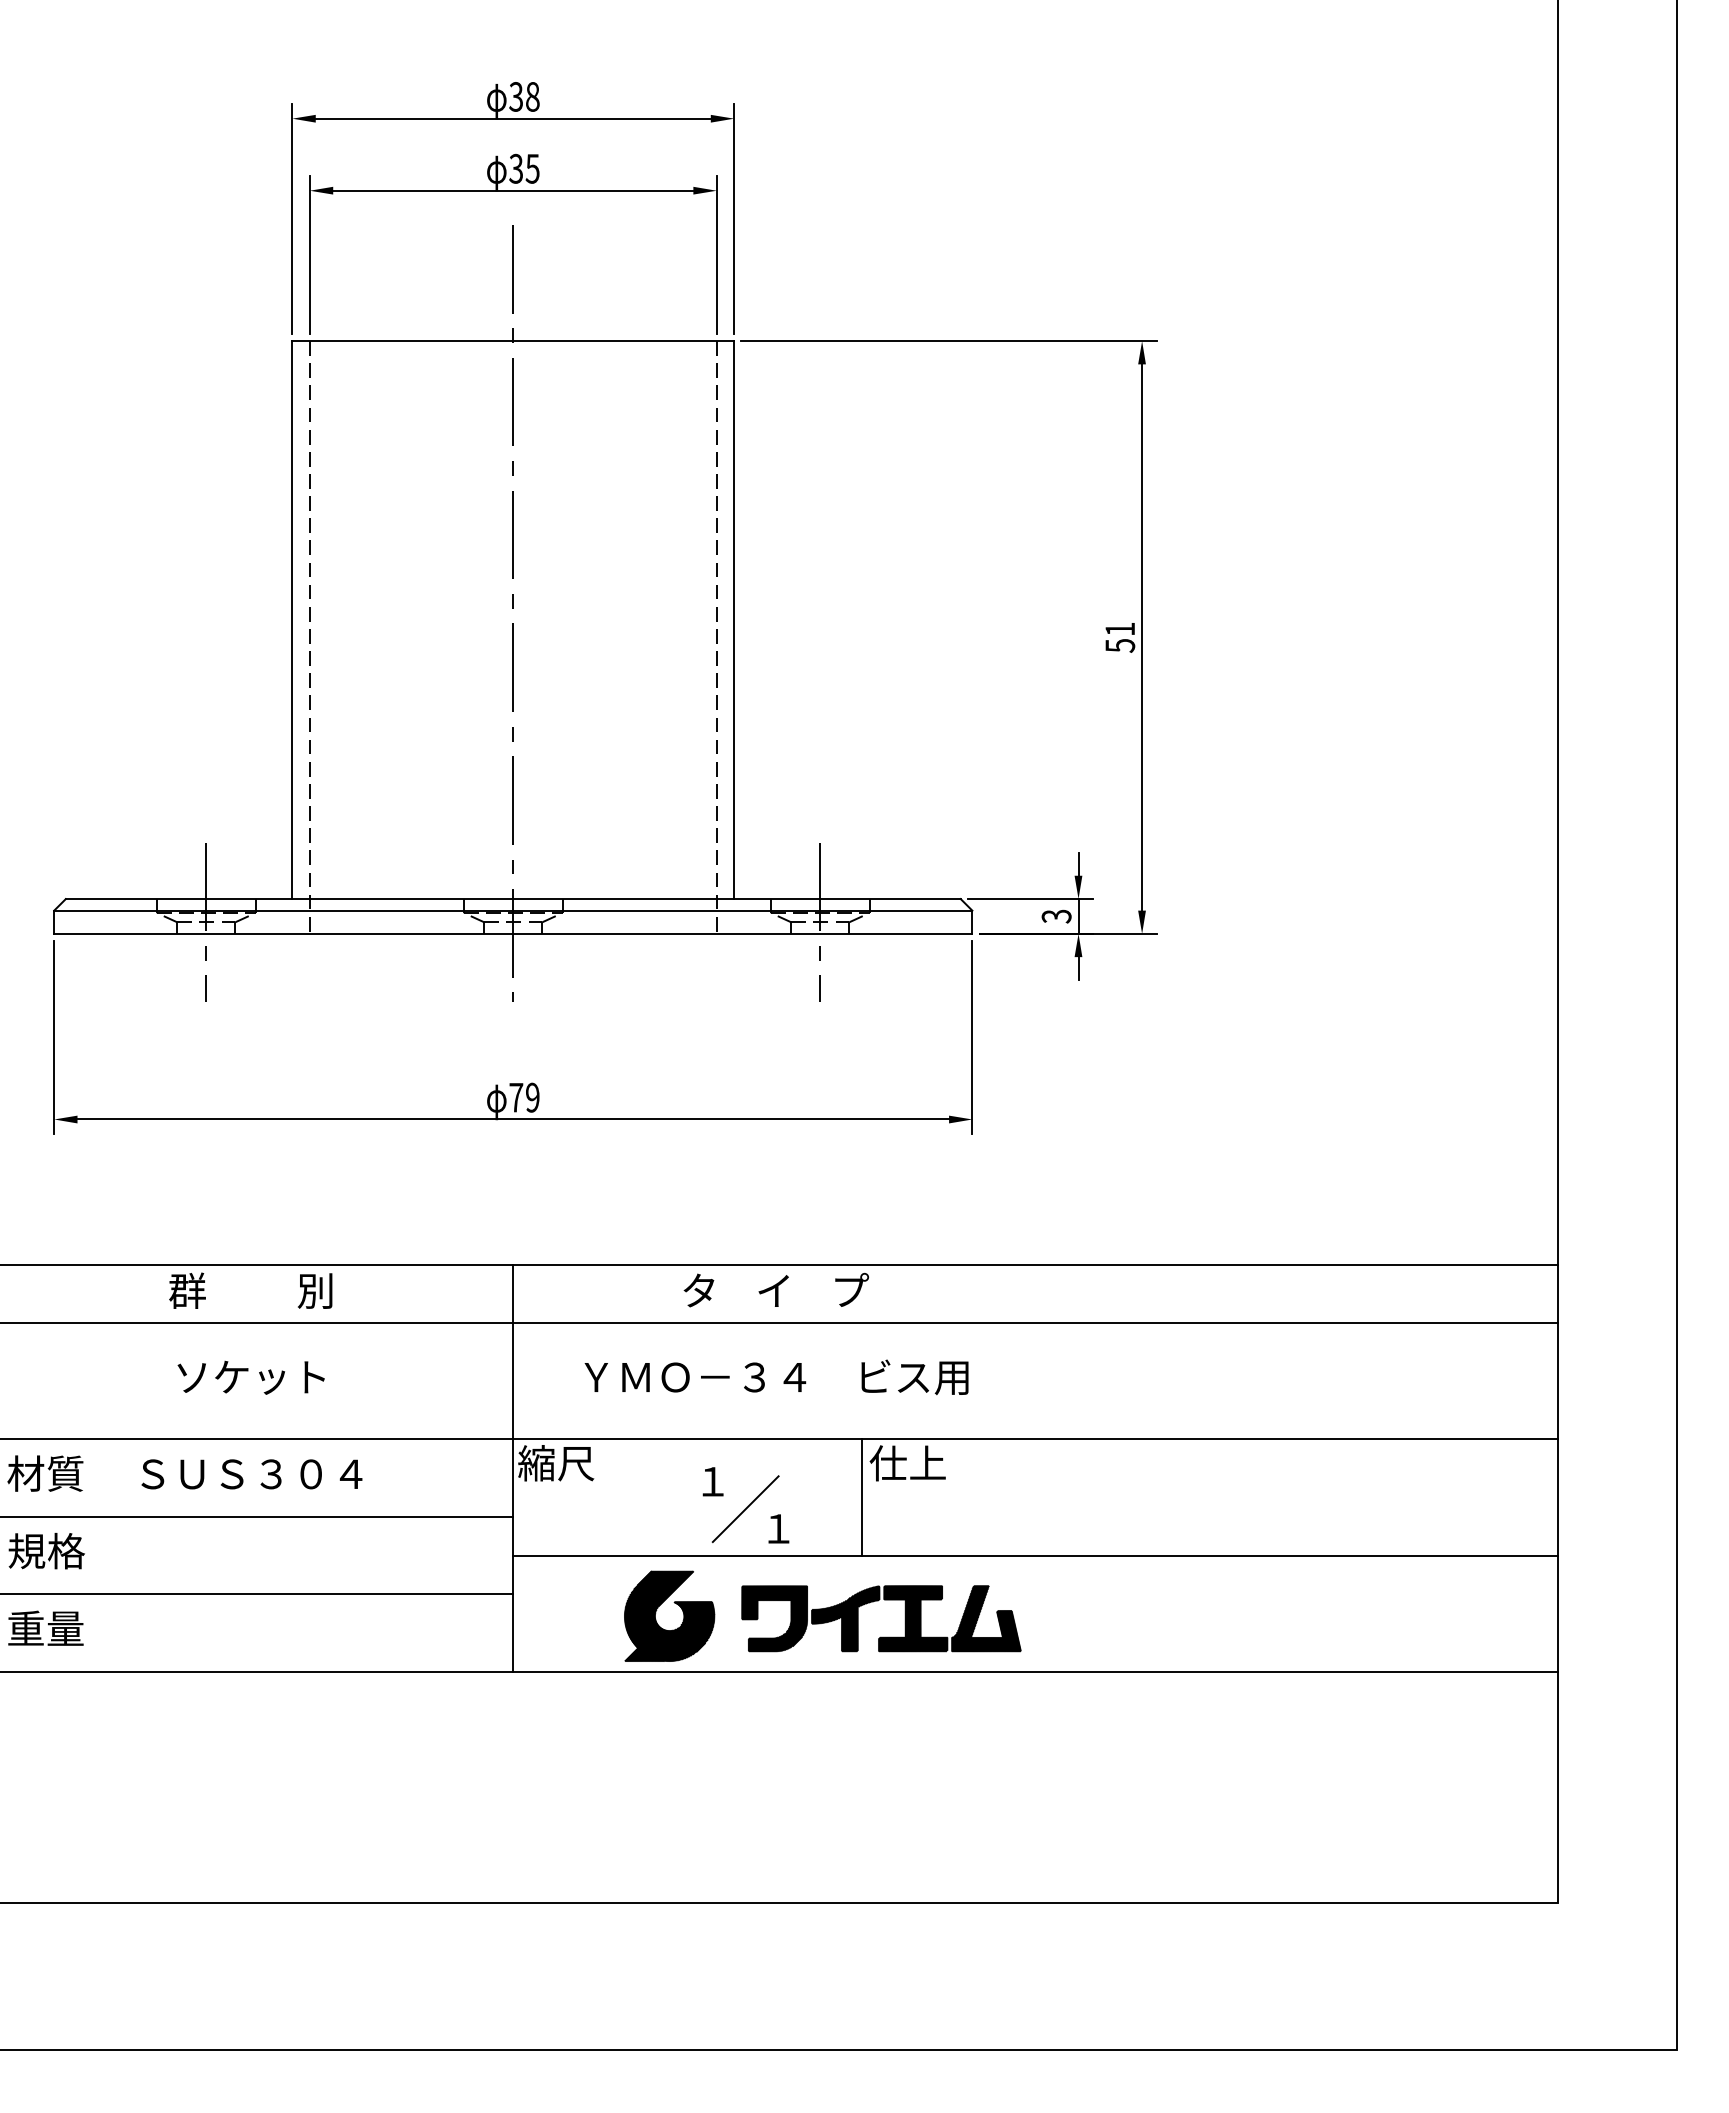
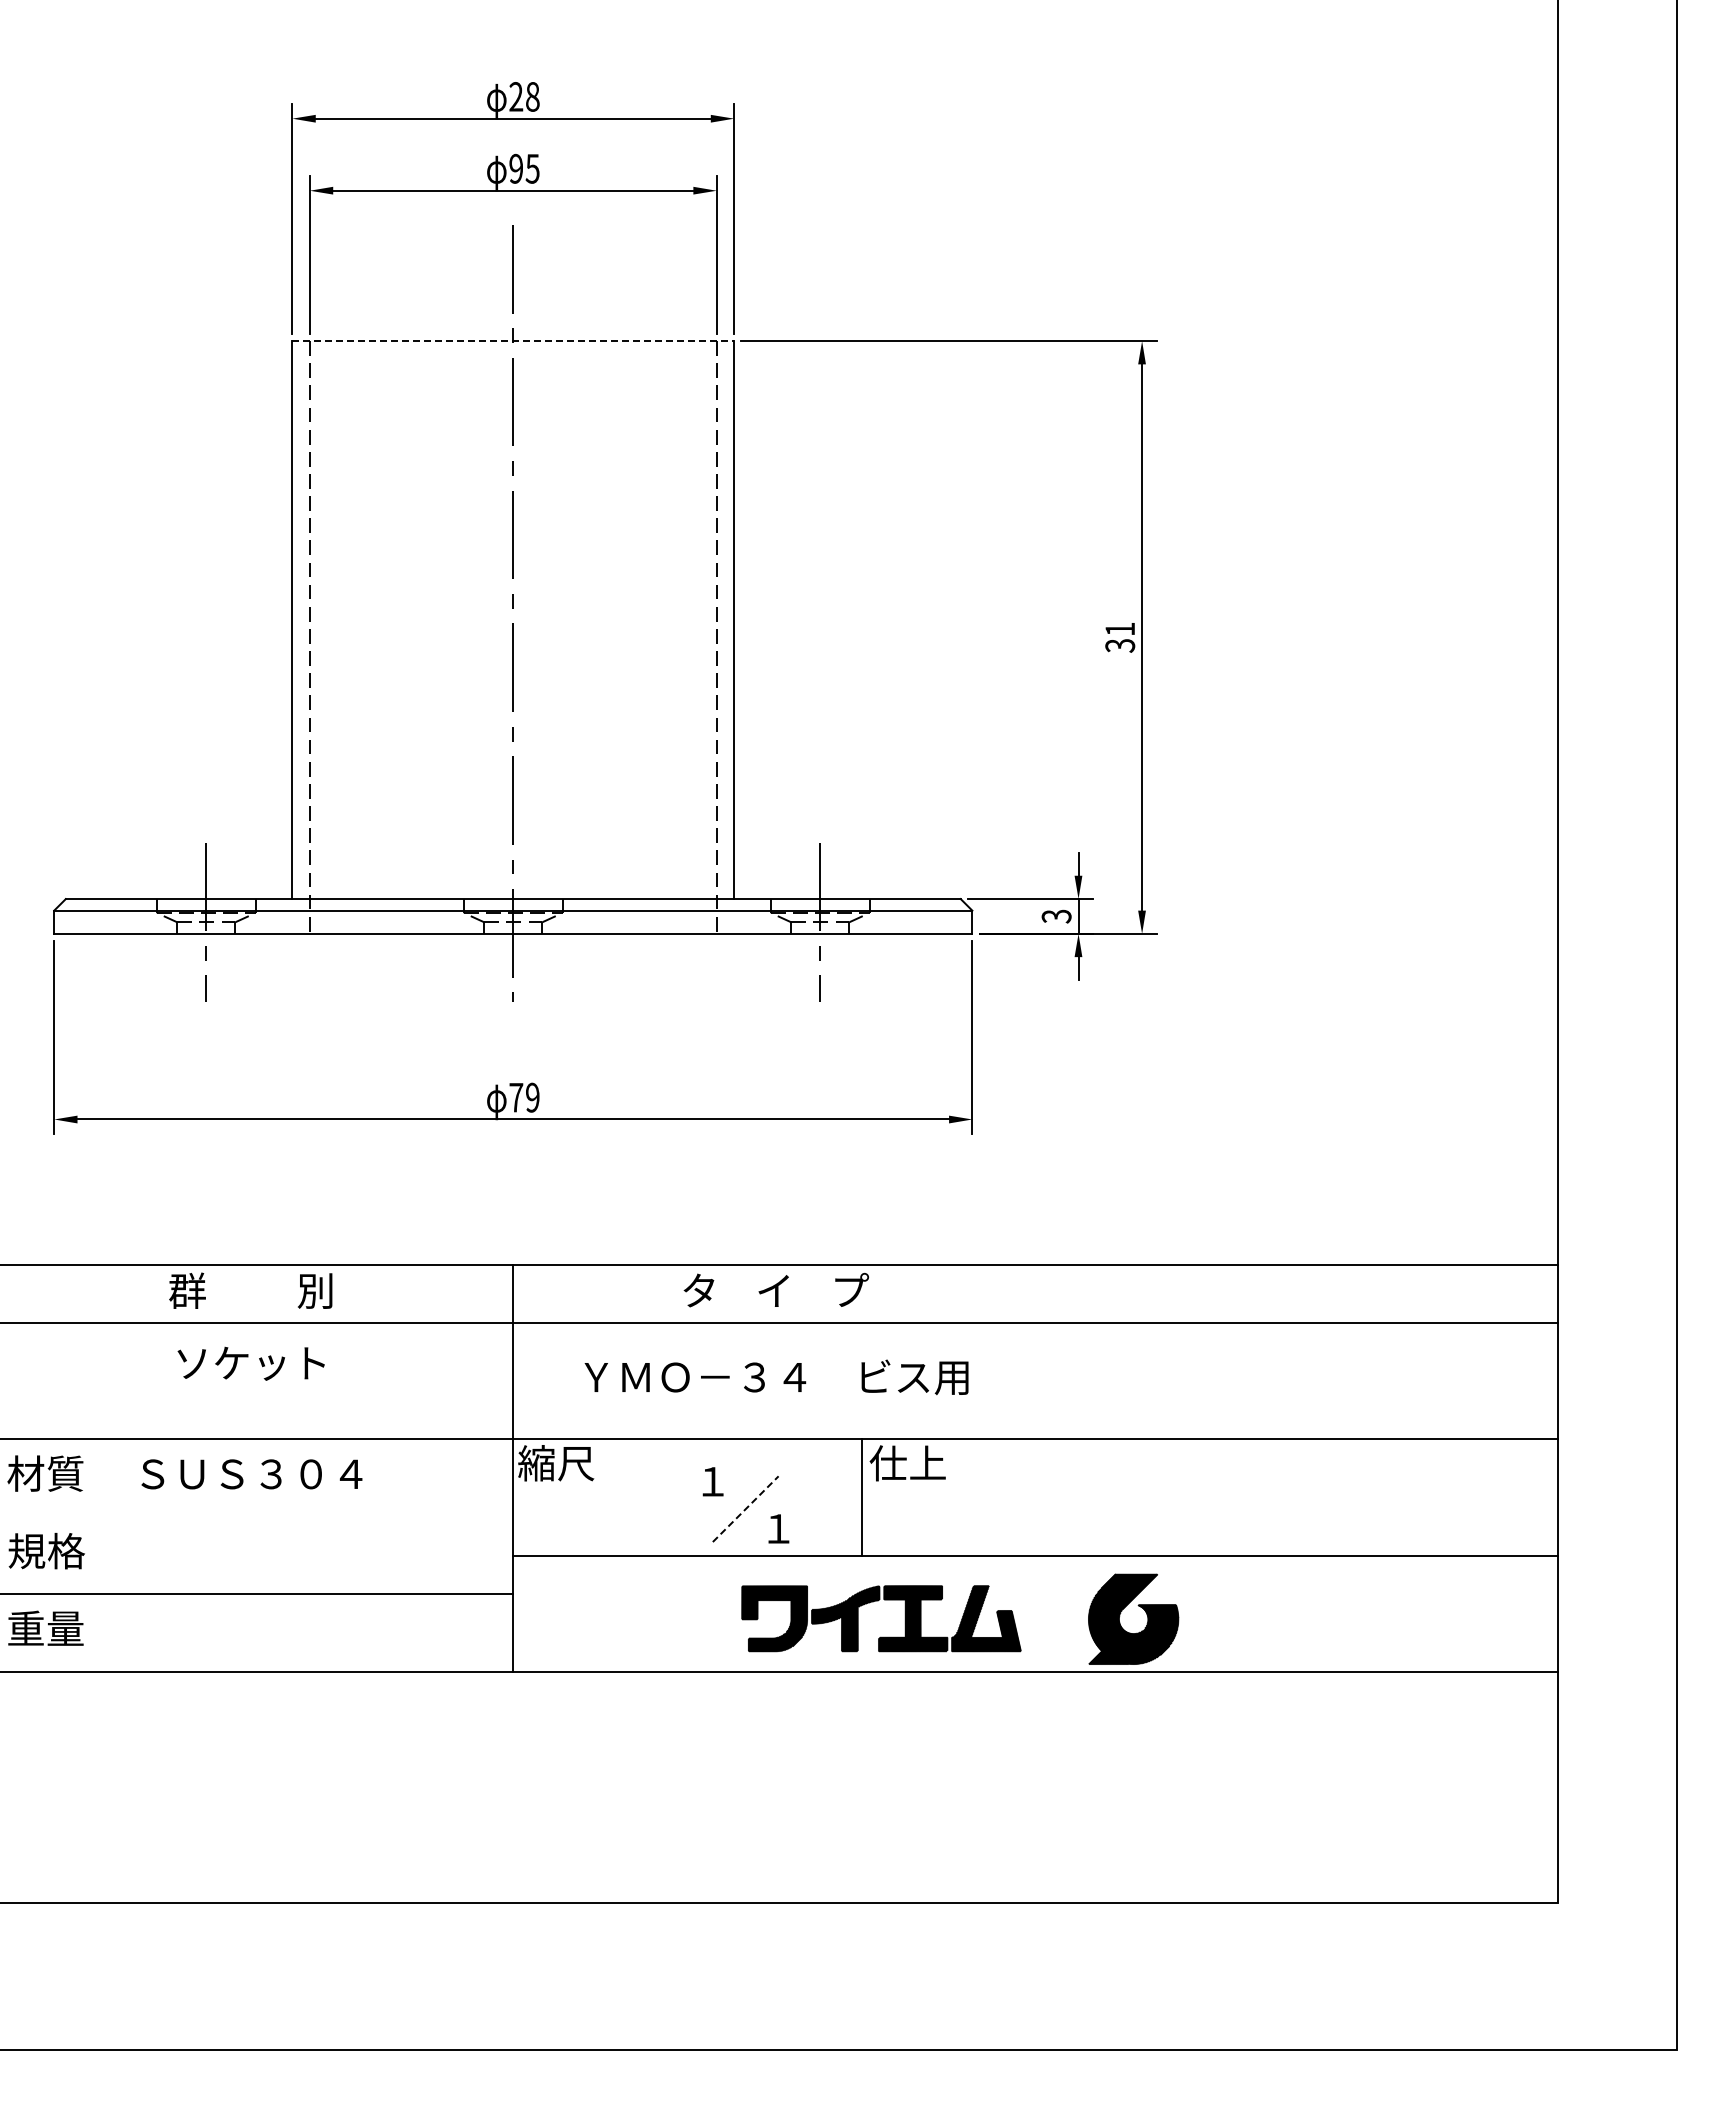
text at (516, 96): 38 -> 28
text at (515, 168): 35 -> 95
line at (513, 341): solid -> dashed
text at (1119, 645): 51 -> 31
text at (250, 1377) position: (250, 1377) -> (250, 1363)
line at (746, 1508): solid -> dashed
line at (257, 1516): present -> none
part at (674, 1603) position: (674, 1603) -> (1138, 1606)
